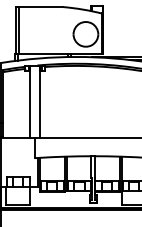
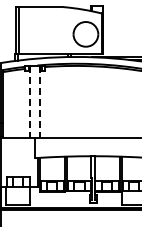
line at (29, 102): solid -> dashed
line at (39, 102): solid -> dashed
